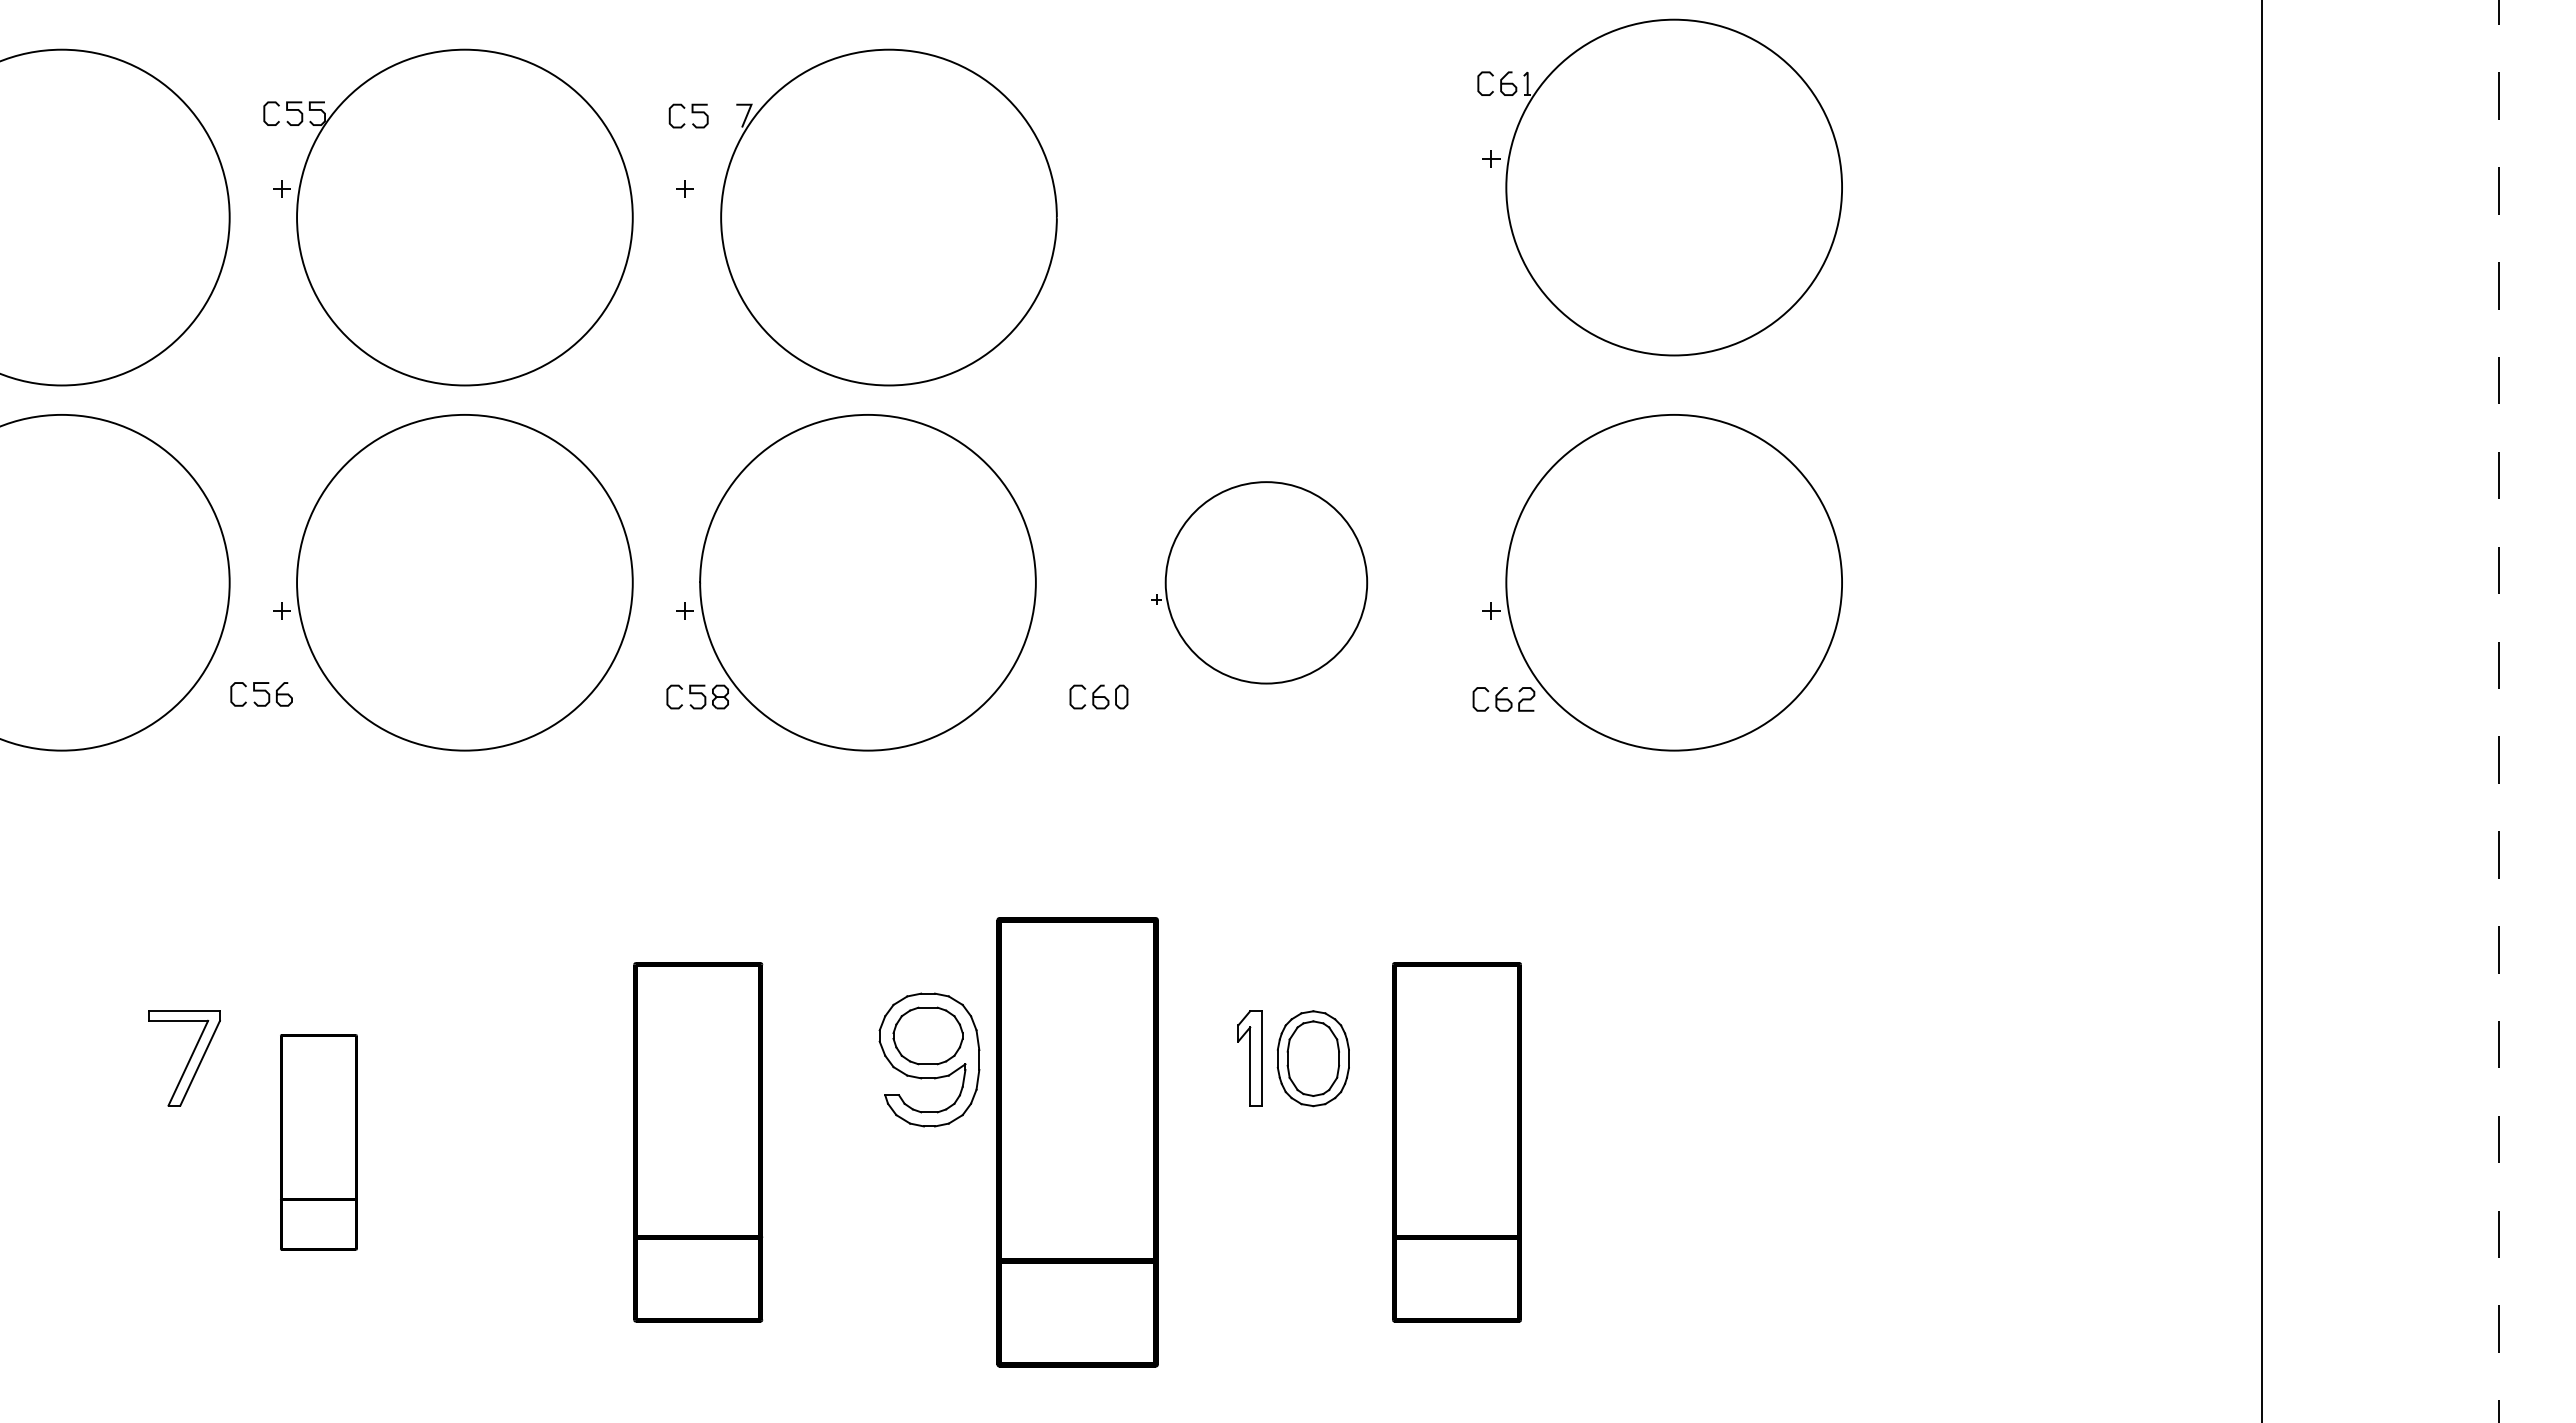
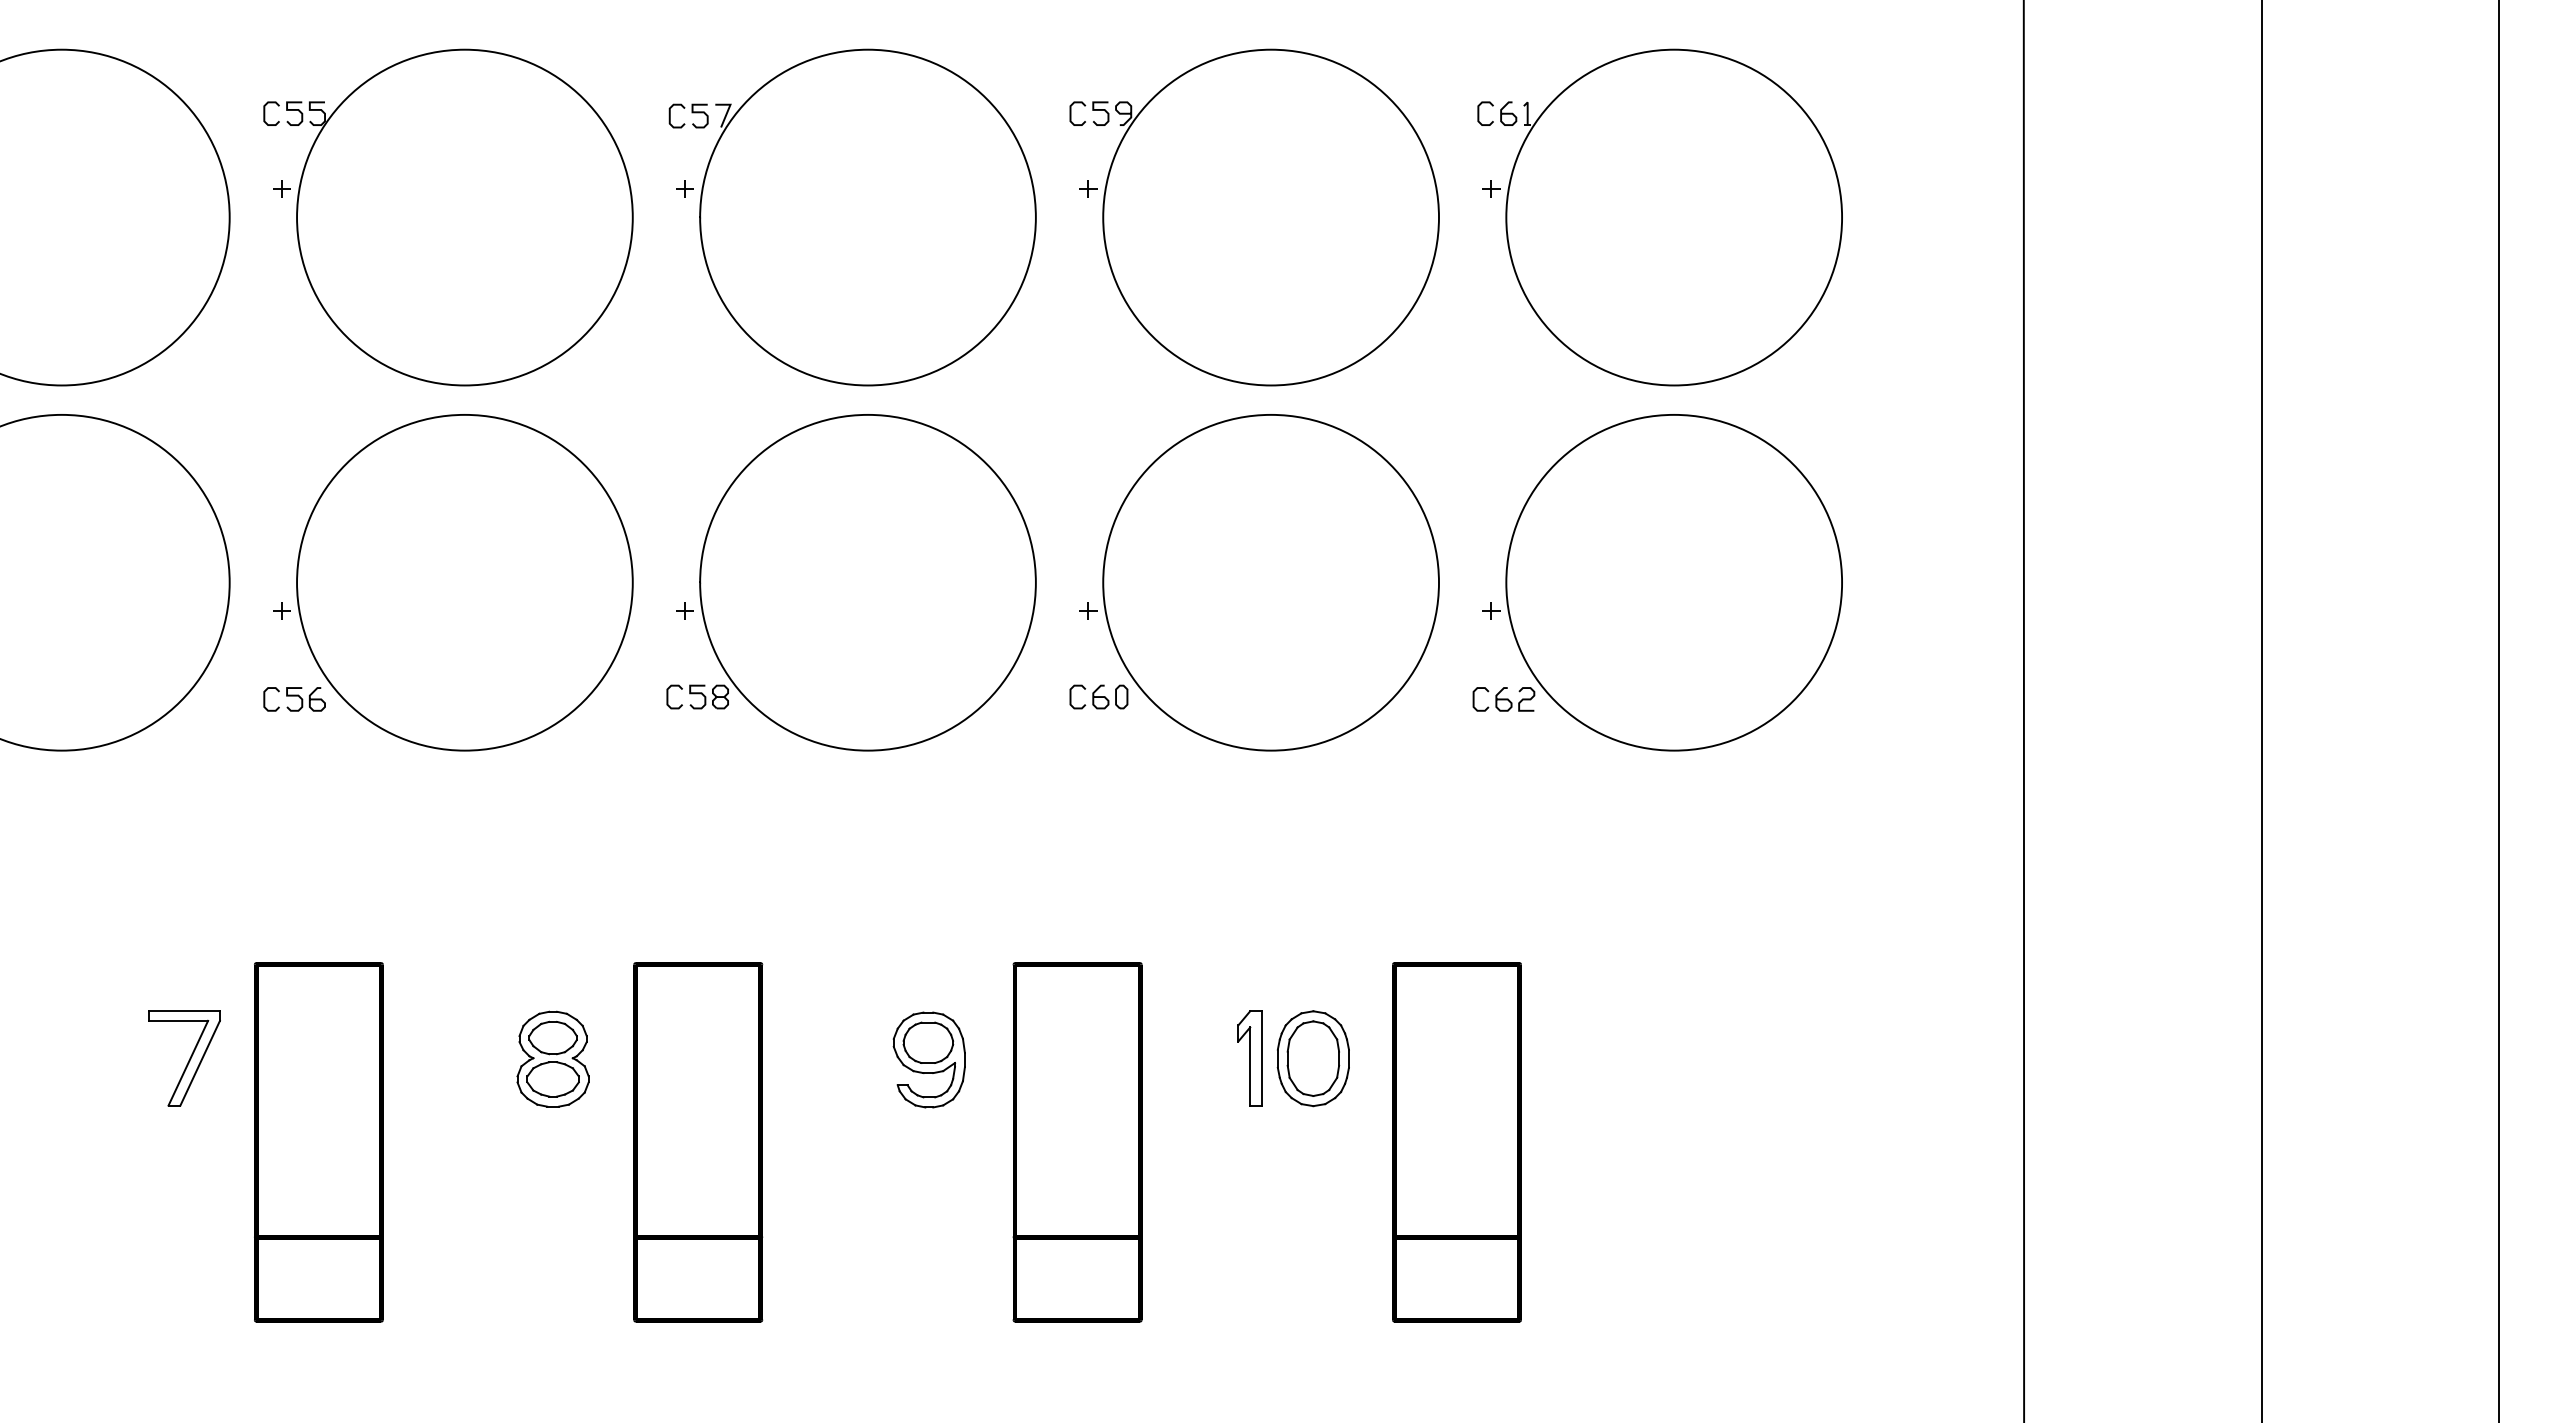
part at (1659, 187) position: (1659, 187) -> (1659, 217)
part at (888, 217) position: (888, 217) -> (867, 217)
part at (1254, 217): none -> present
part at (1259, 582) size: 218x204 px -> 361x338 px
part at (261, 694) position: (261, 694) -> (294, 699)
line at (2023, 710): none -> present
line at (2498, 711): dashed -> solid
part at (552, 1058): none -> present
part at (929, 1059) size: 103x136 px -> 74x98 px
part at (318, 1142) size: 78x217 px -> 130x361 px
part at (1077, 1142) size: 163x451 px -> 131x361 px
